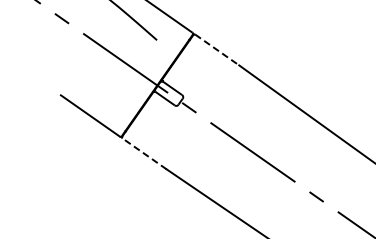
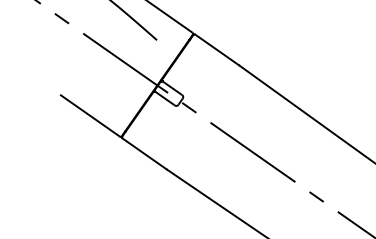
line at (217, 50): dashed -> solid
line at (144, 153): dashed -> solid
